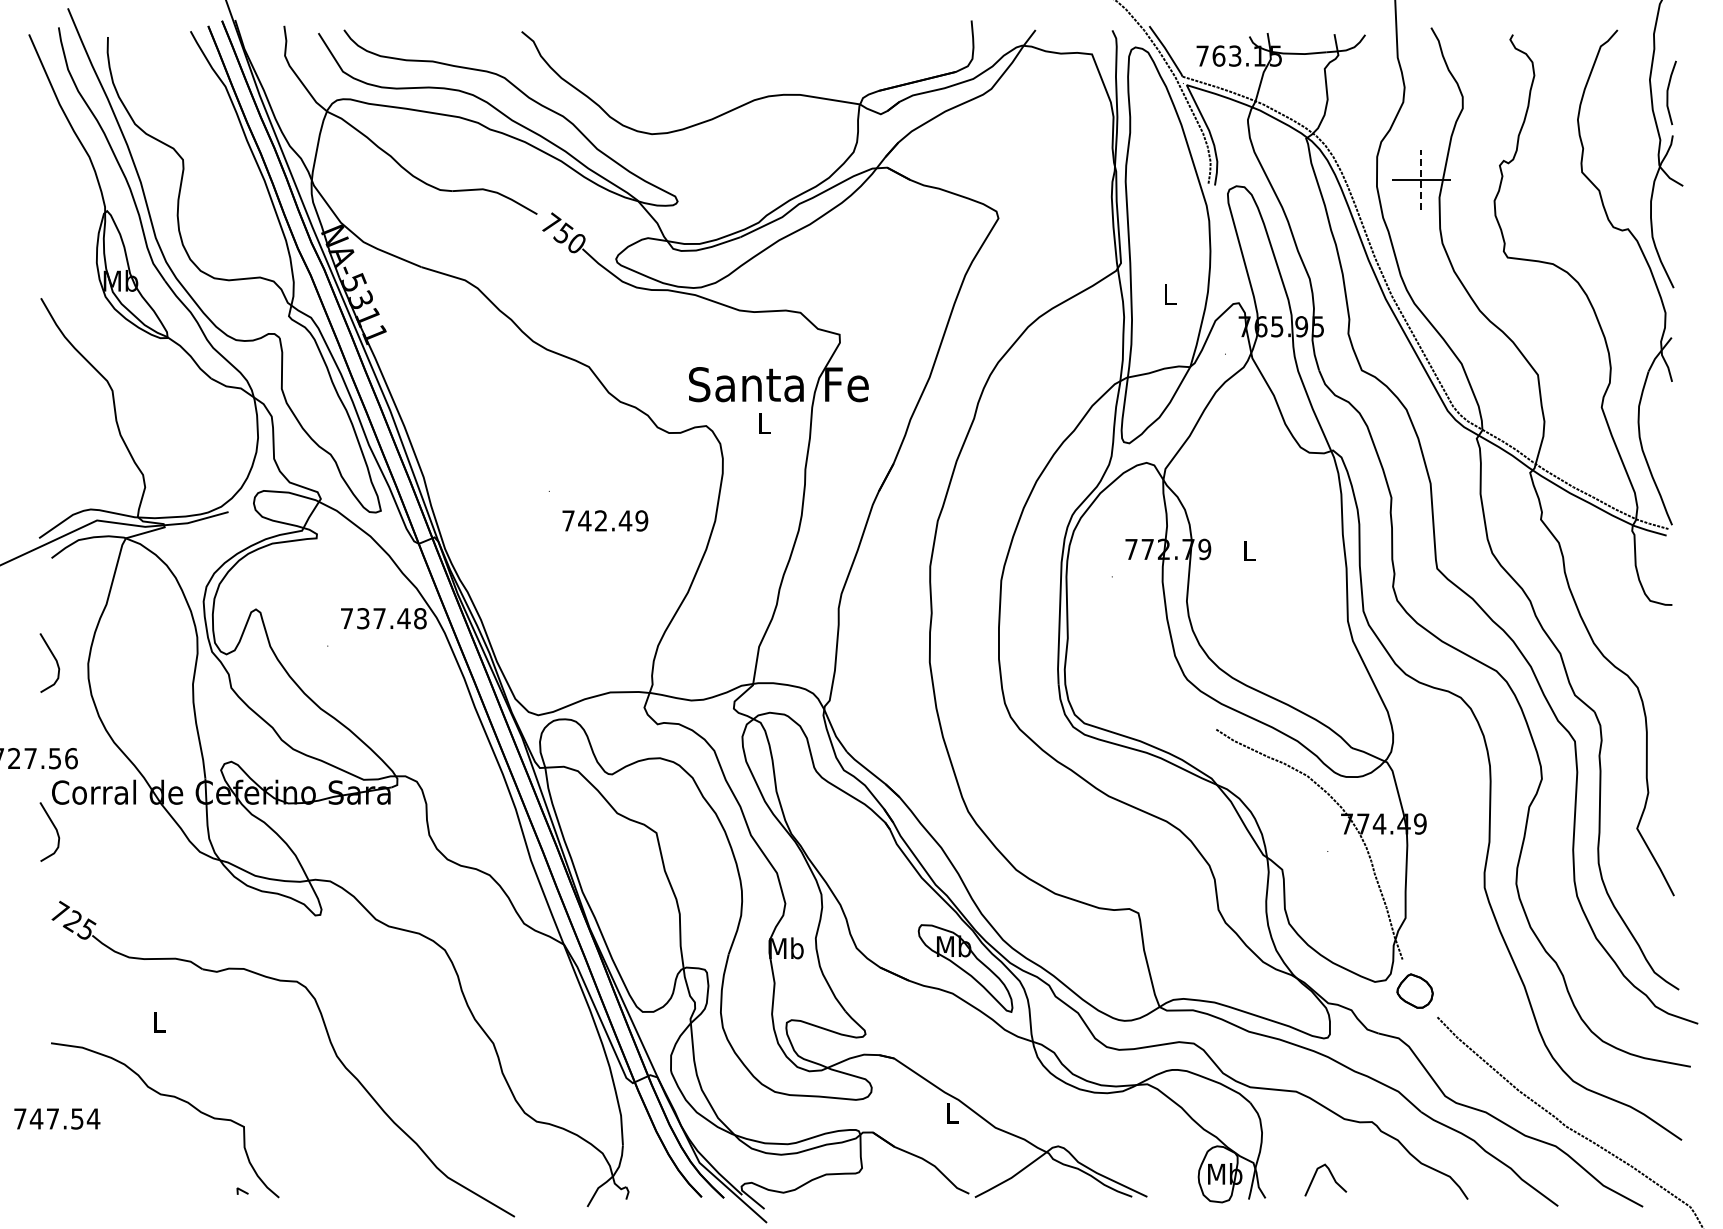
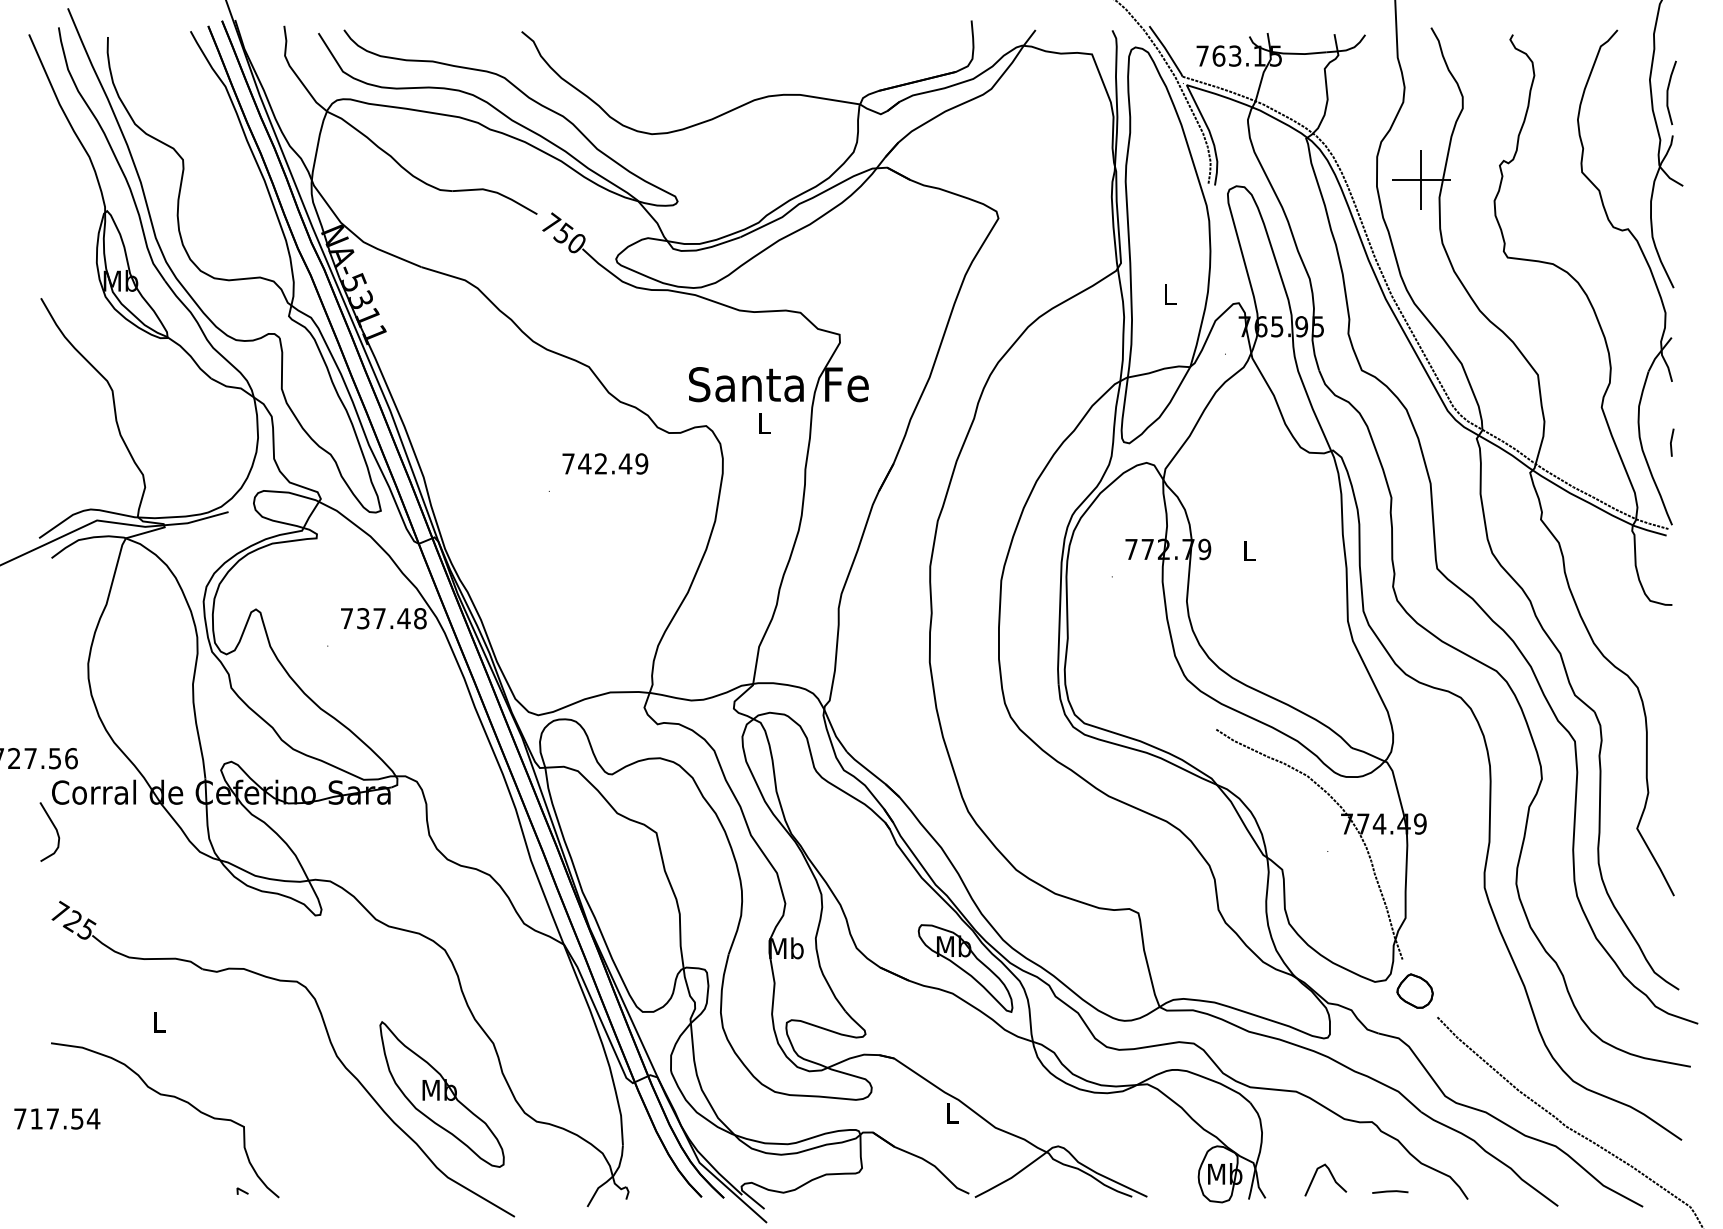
line at (1421, 179): dashed -> solid
line at (1672, 441): none -> present
text at (605, 520) position: (605, 520) -> (605, 463)
curve at (54, 659): present -> none
part at (441, 1094): none -> present
text at (36, 1118): 747.54 -> 717.54
line at (1390, 1191): none -> present
